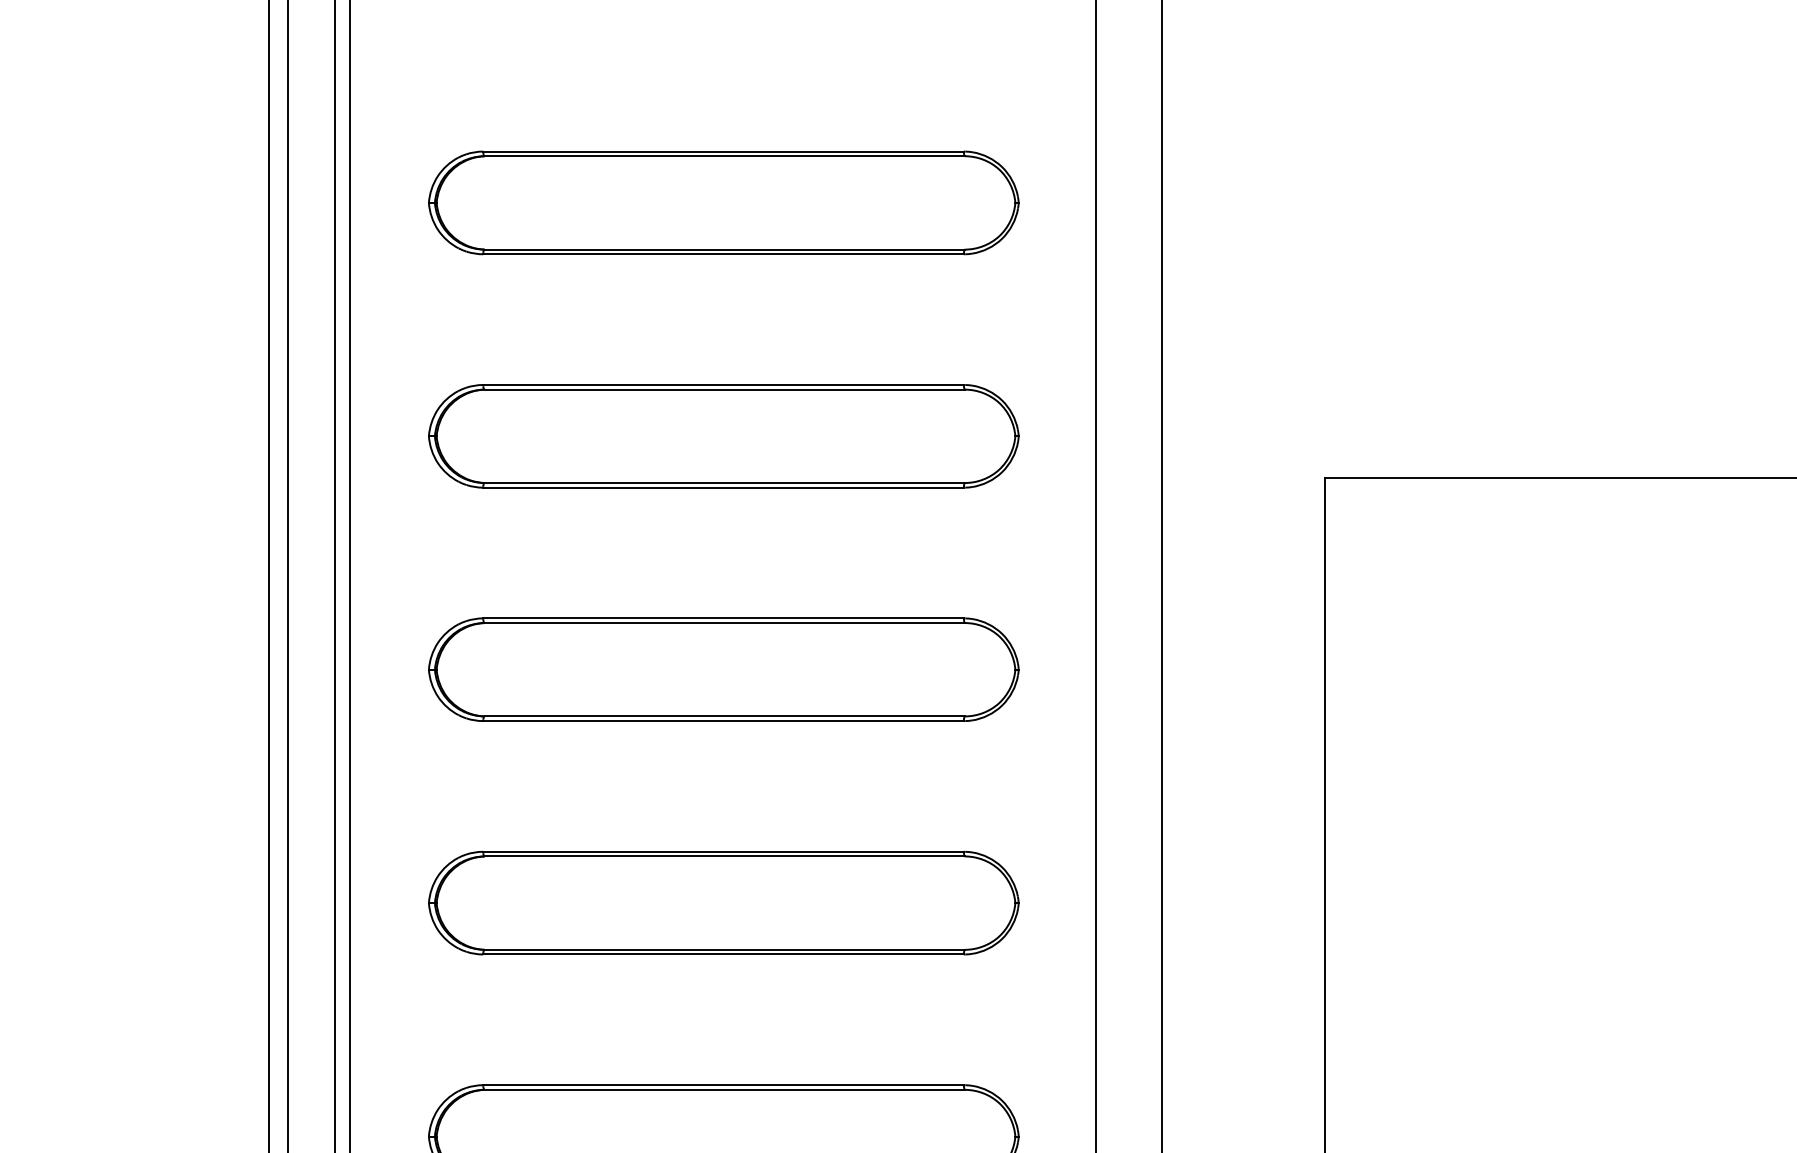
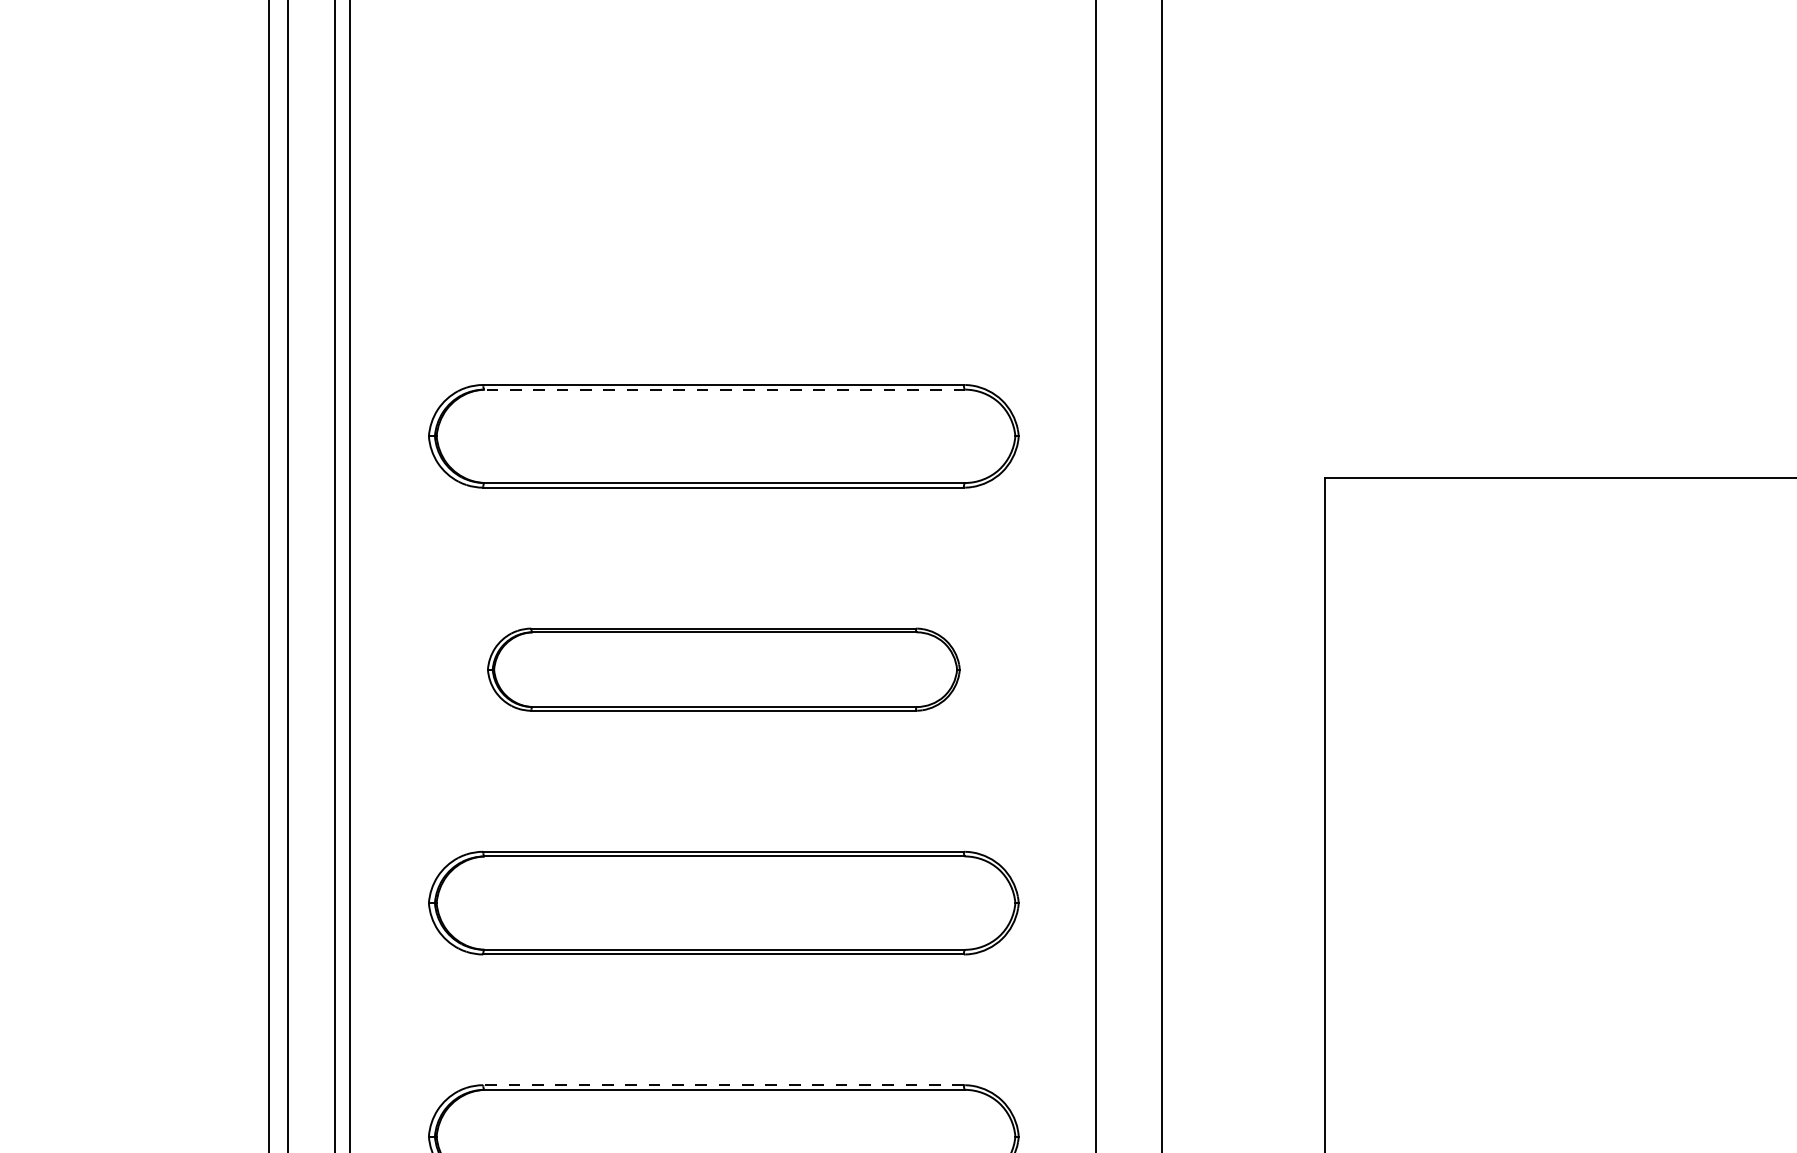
part at (723, 202): present -> none
line at (724, 389): solid -> dashed
part at (723, 669) size: 592x105 px -> 474x85 px
line at (723, 1085): solid -> dashed
